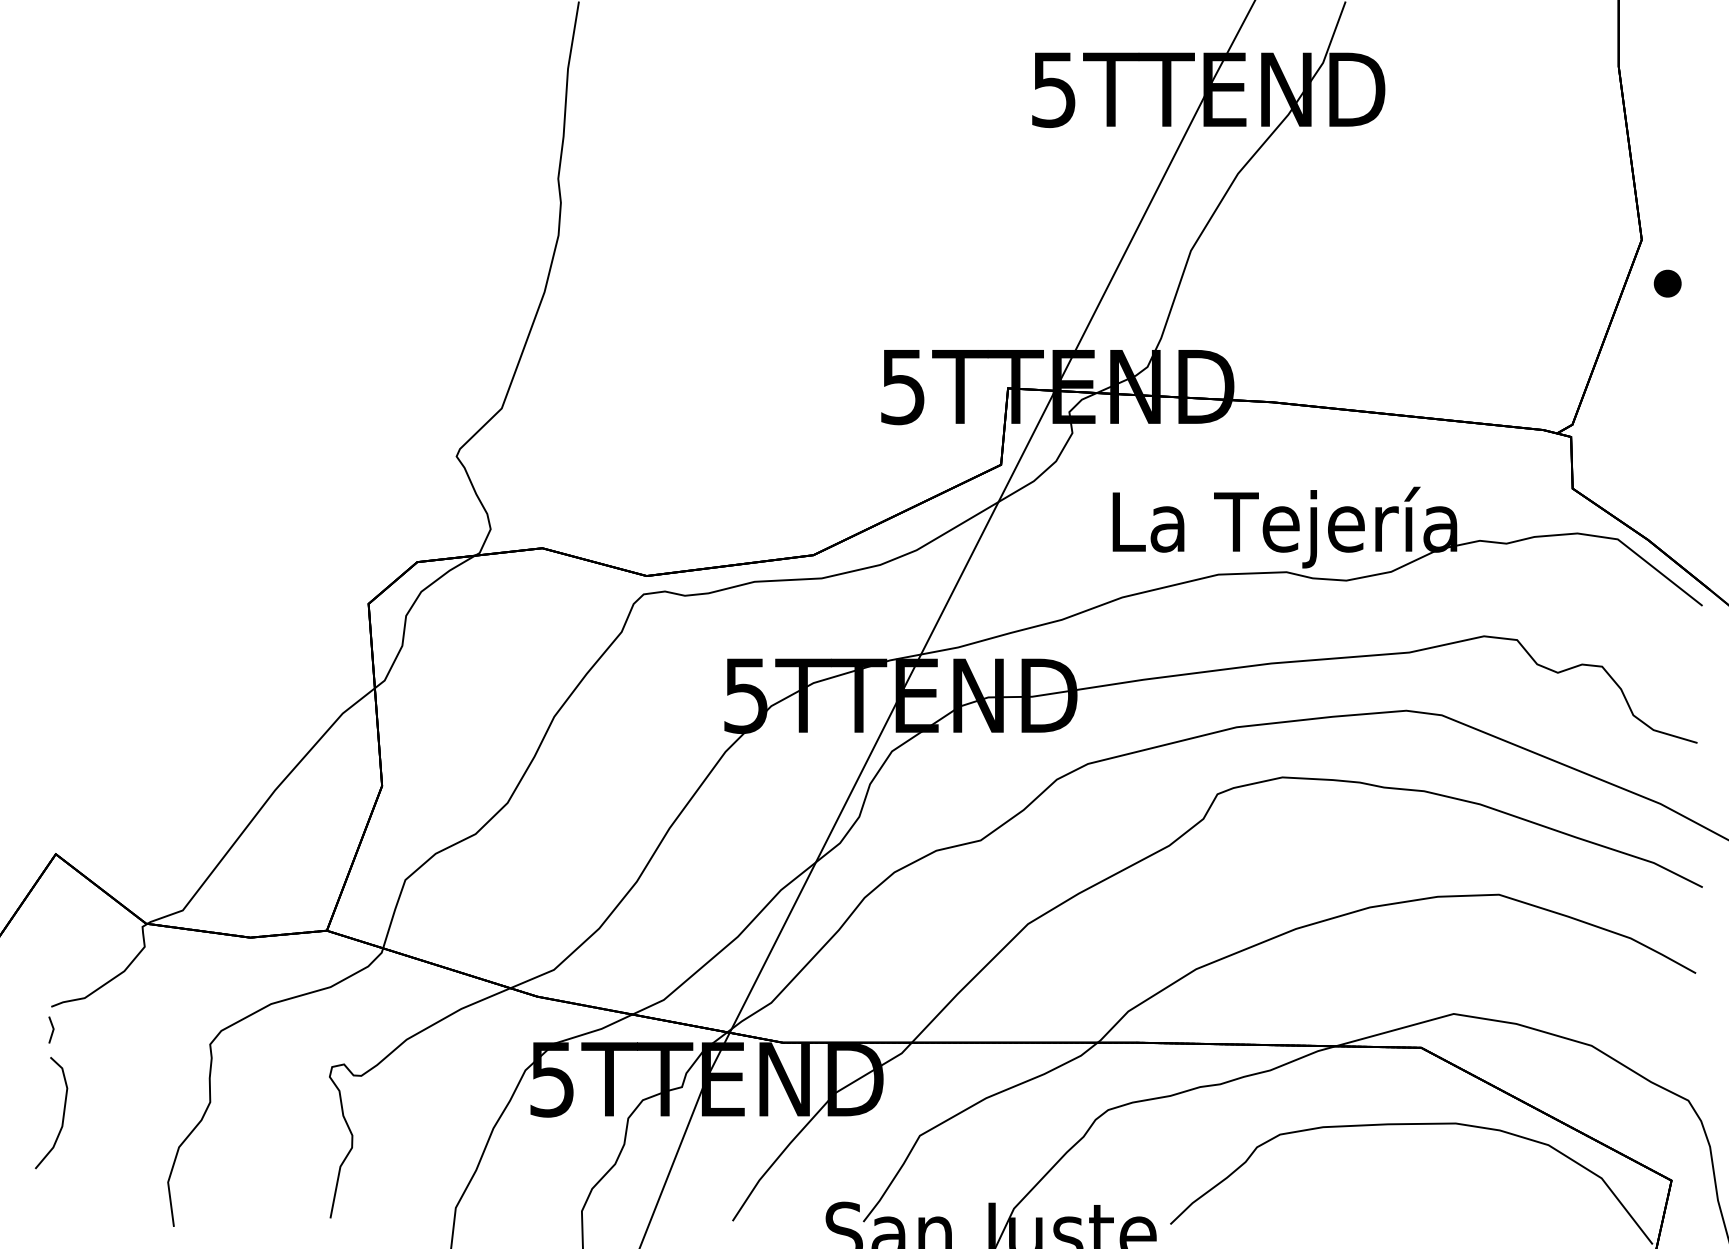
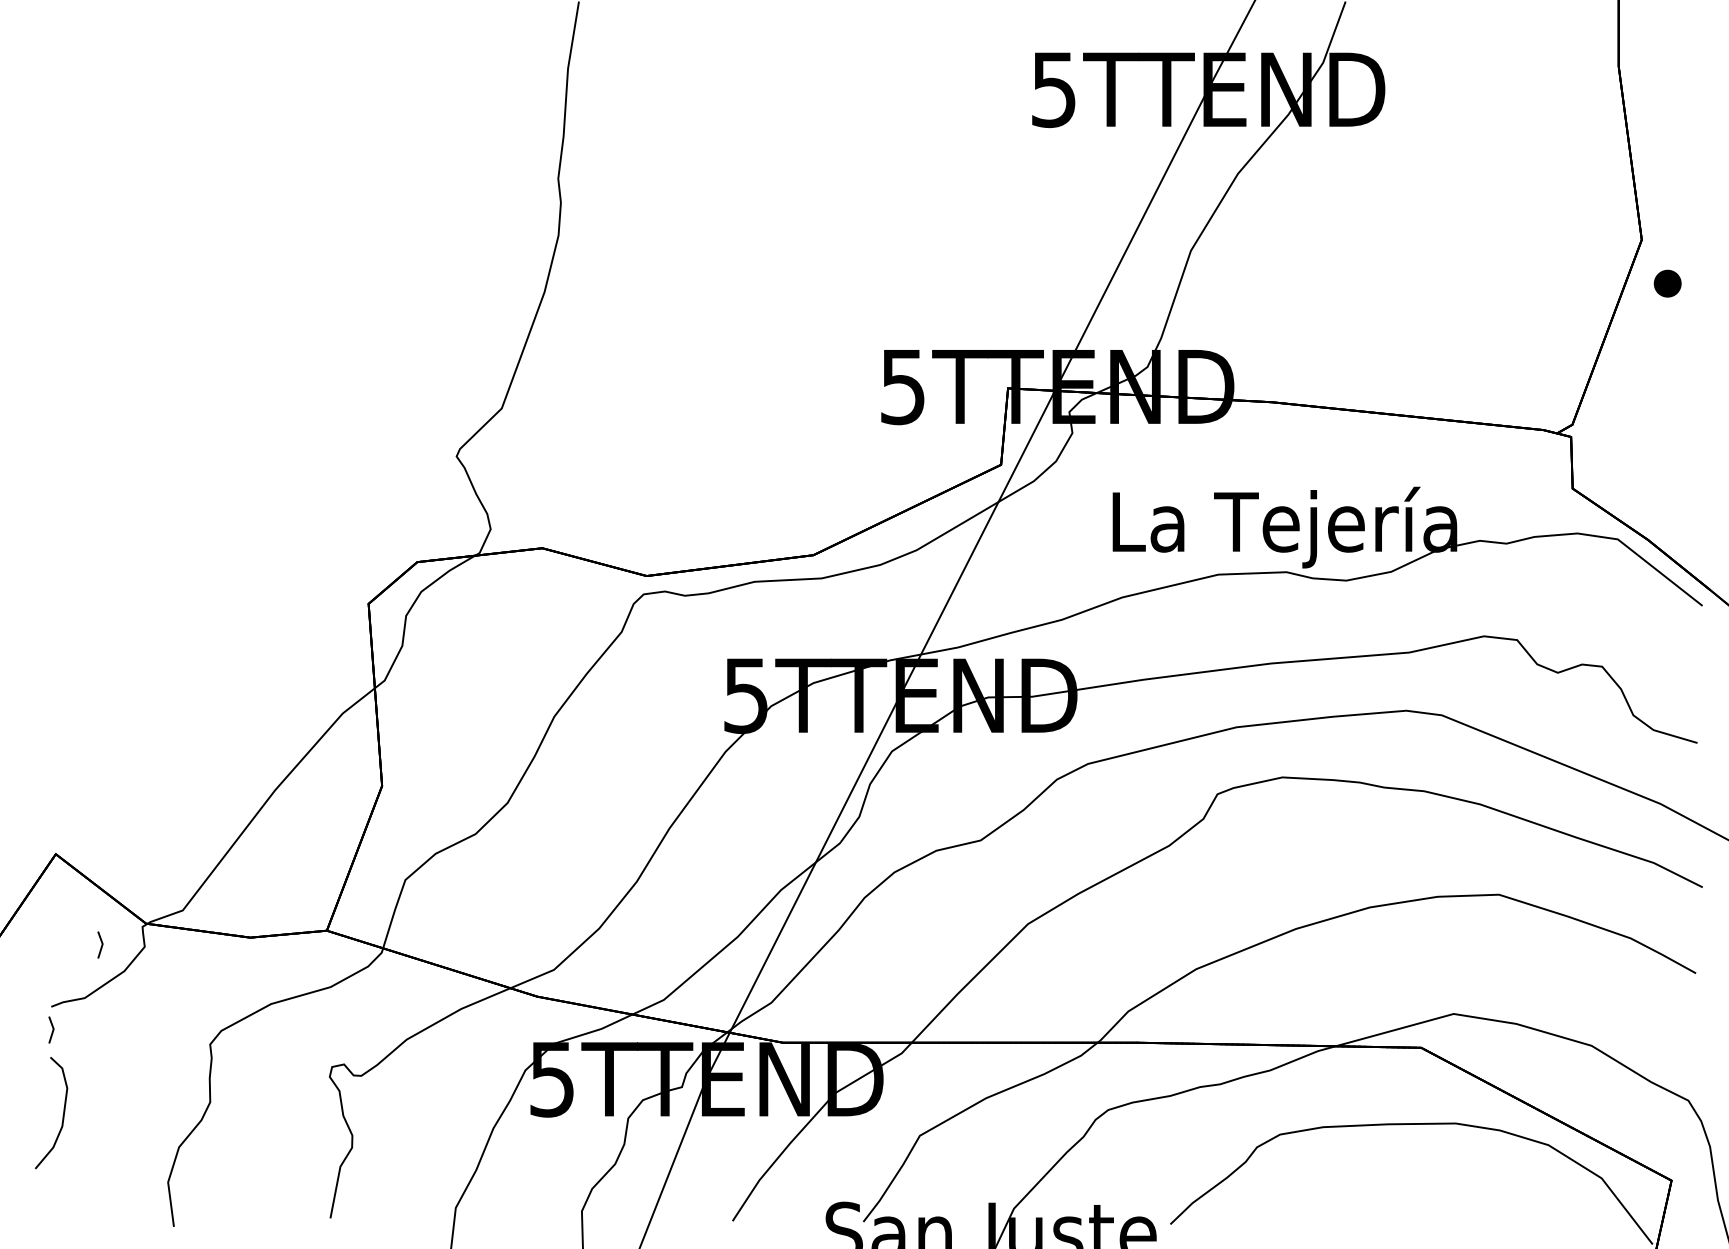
line at (101, 944): none -> present
